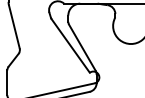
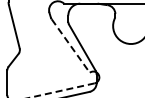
line at (70, 46): solid -> dashed
line at (61, 90): solid -> dashed
